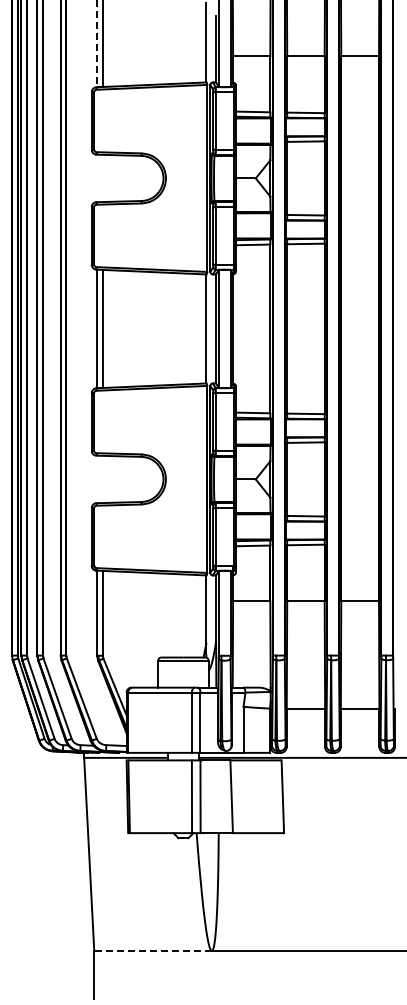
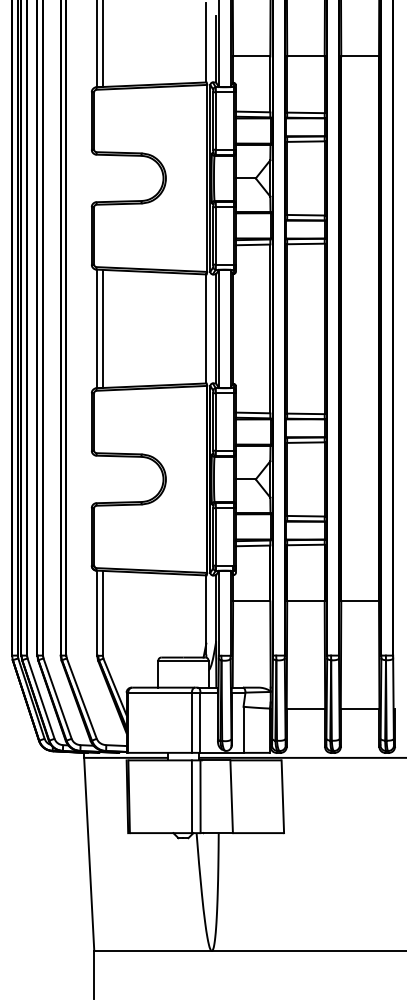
line at (97, 44): dashed -> solid
line at (153, 951): dashed -> solid
